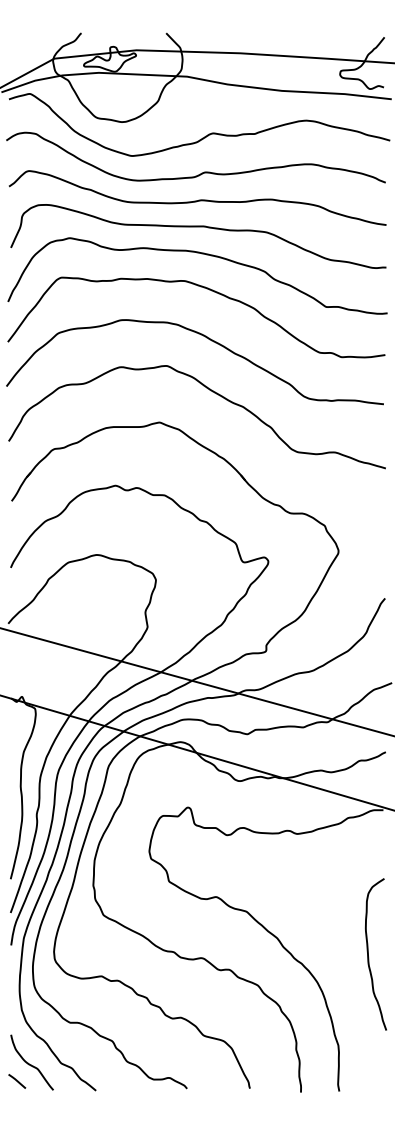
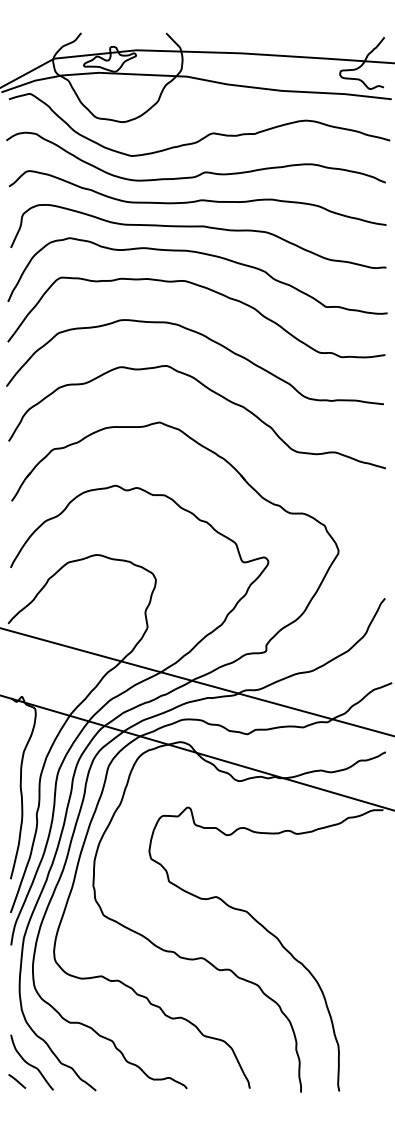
curve at (369, 957): present -> none
